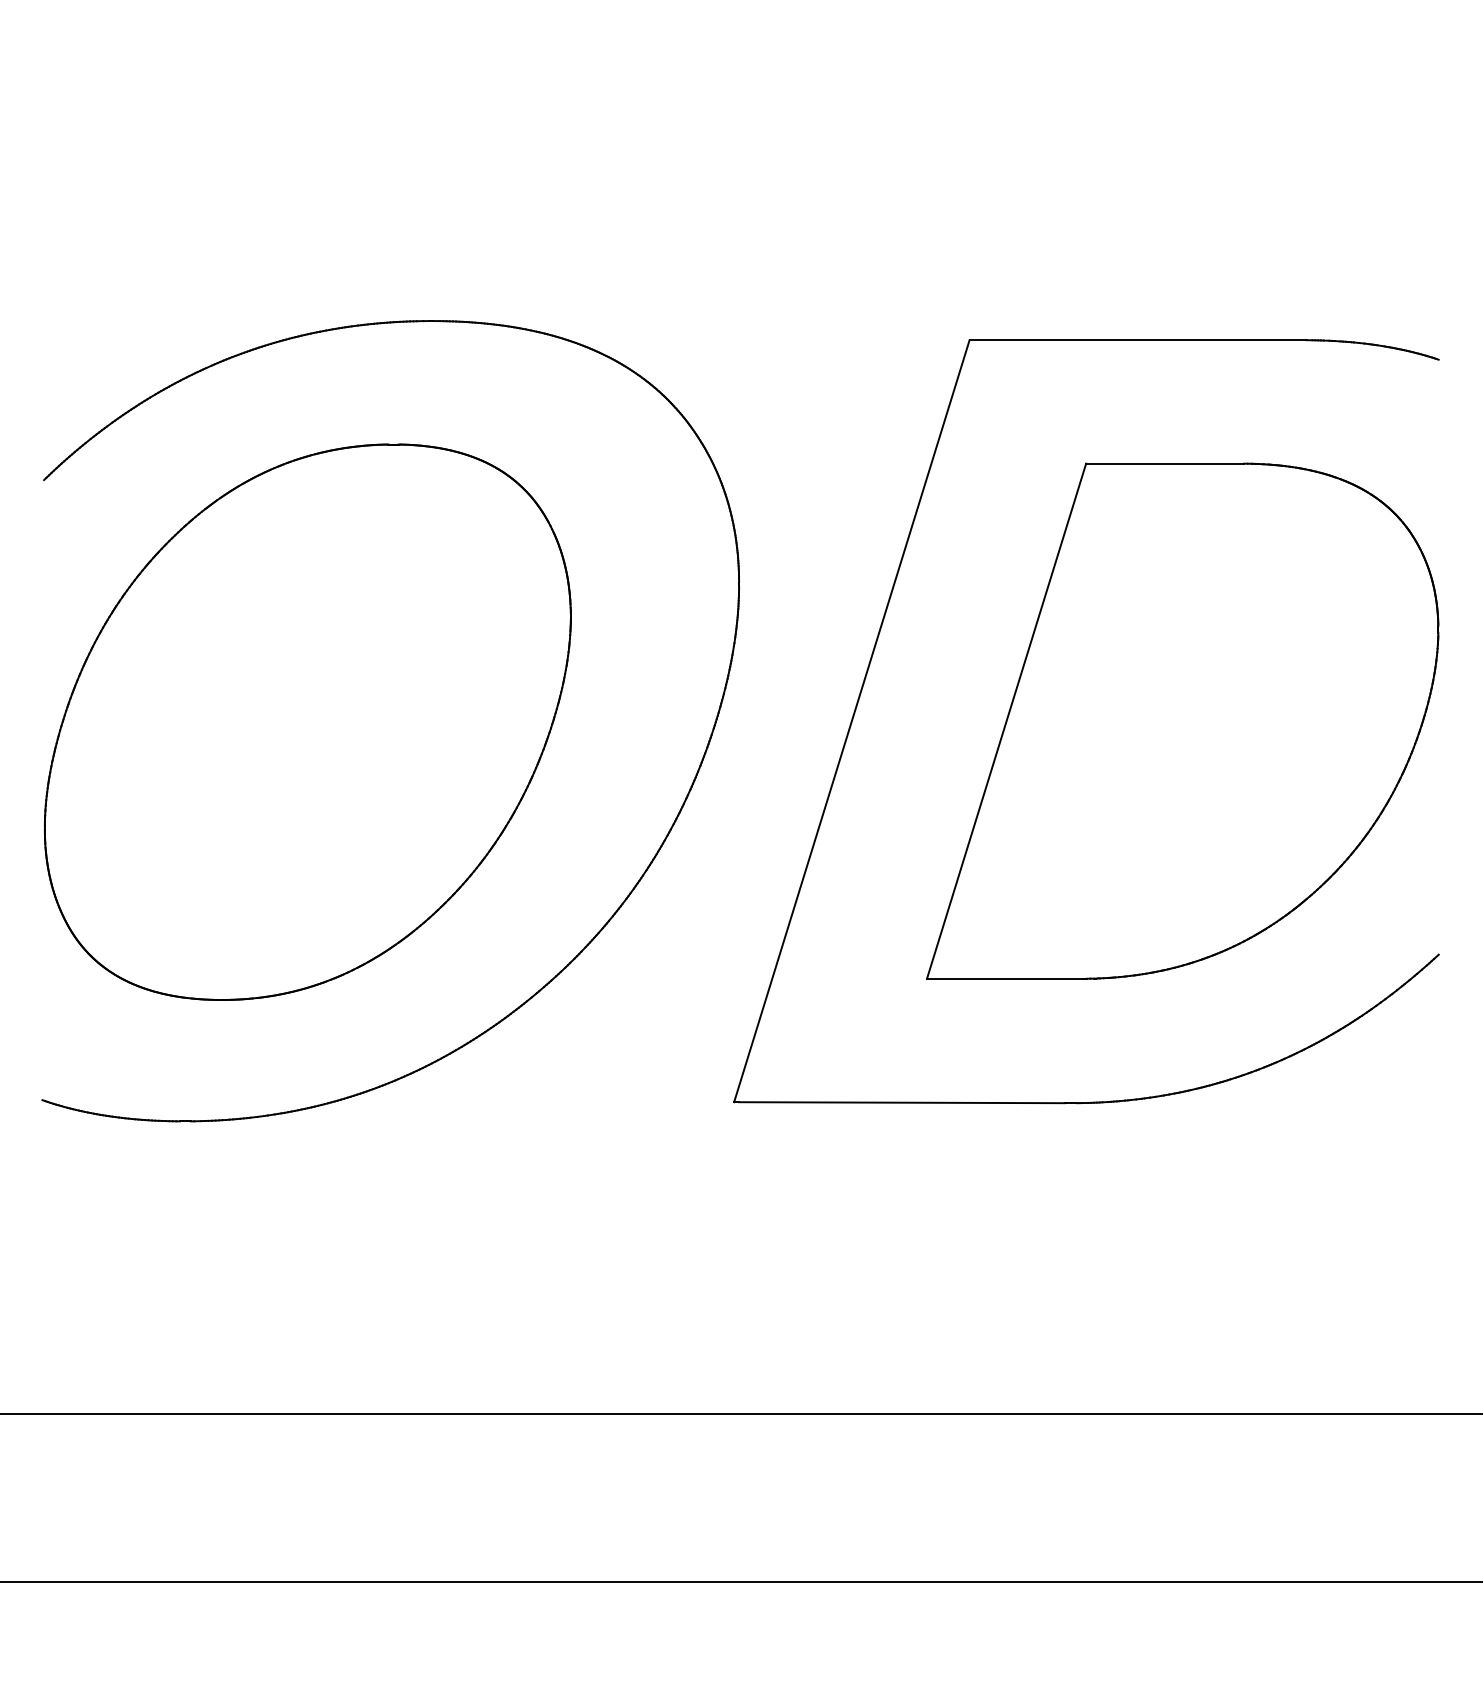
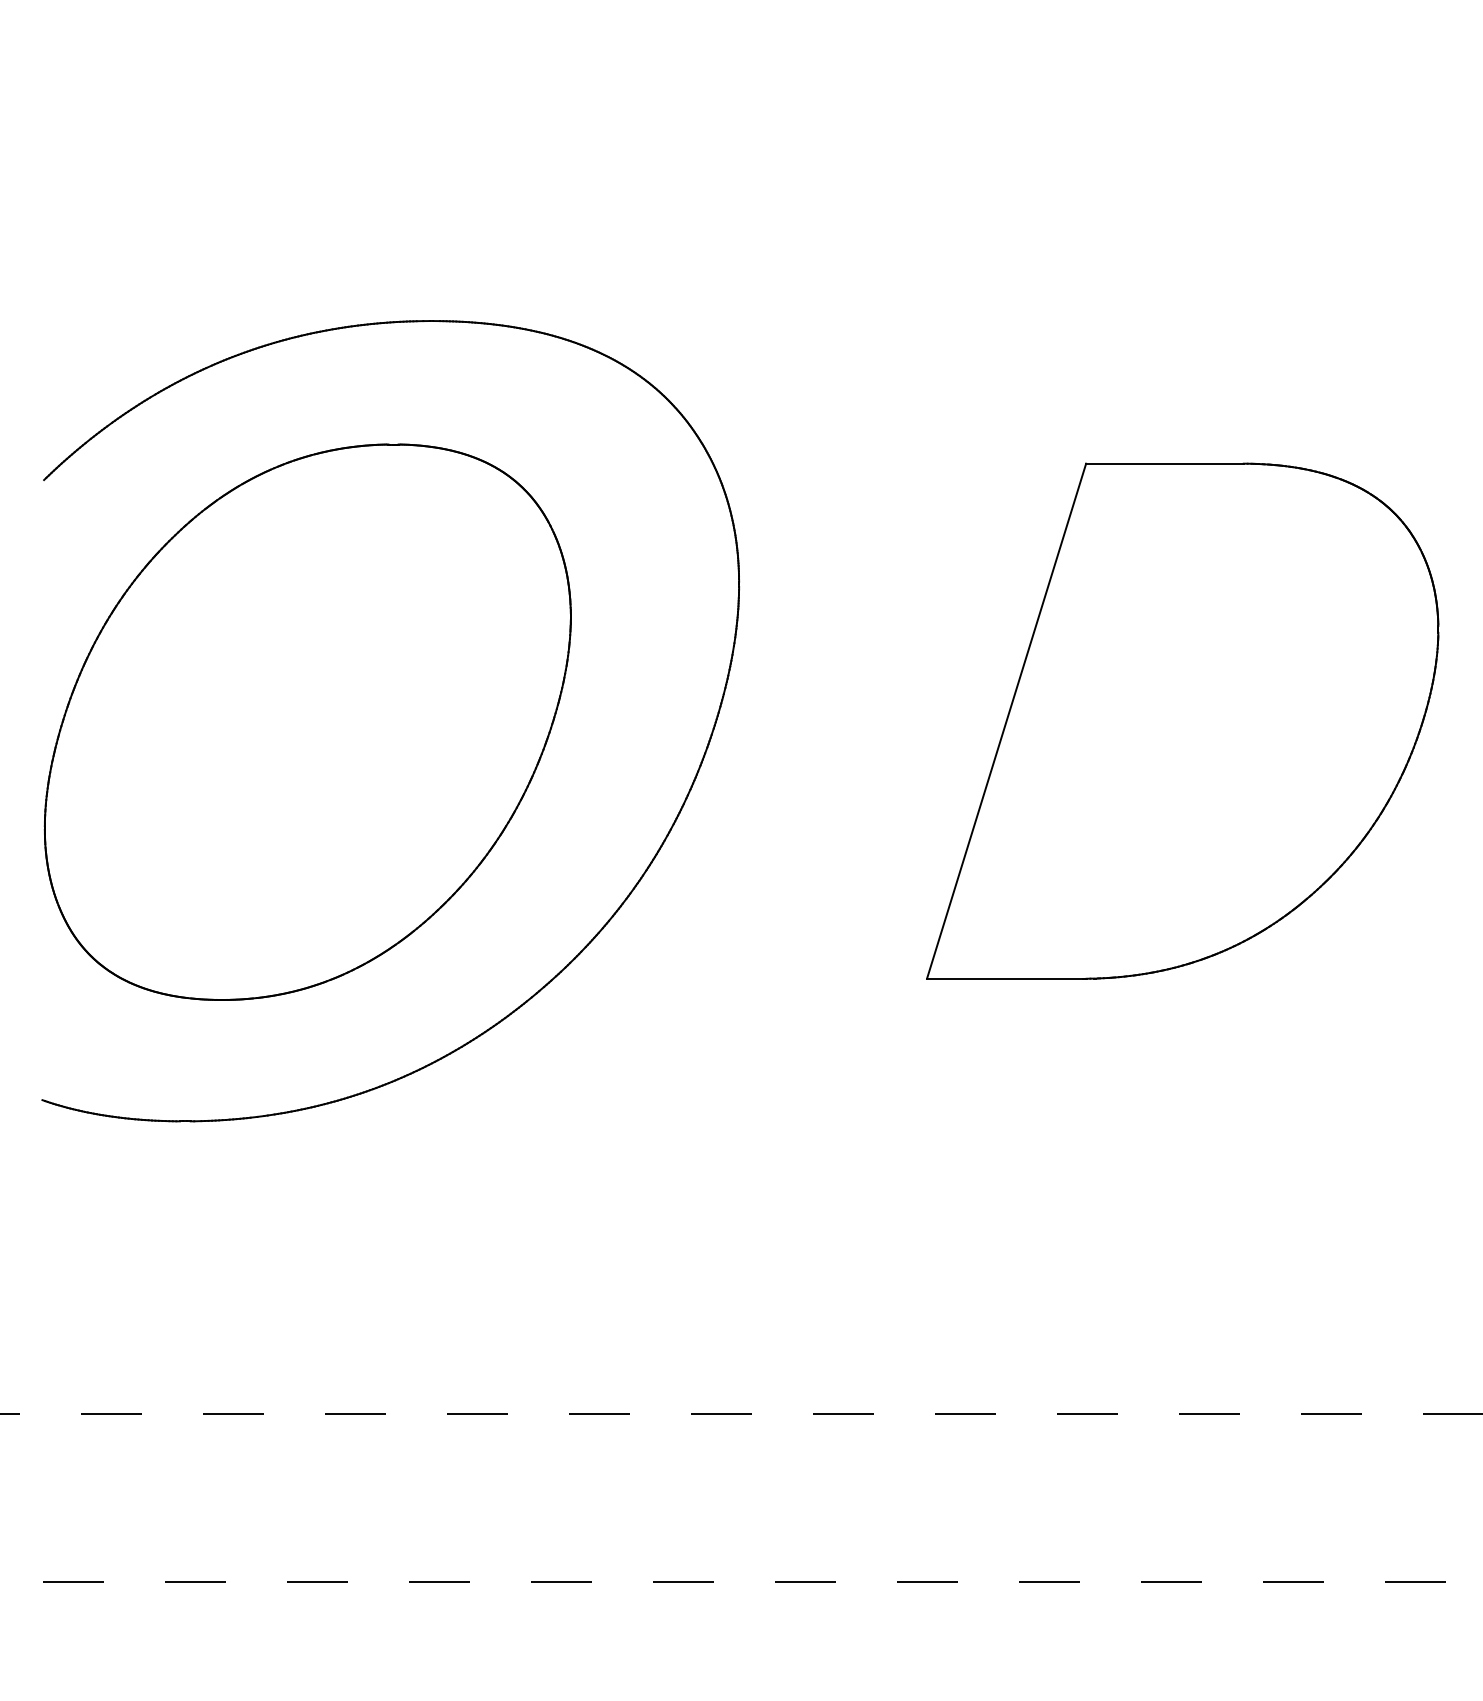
part at (873, 655): present -> none
line at (741, 1413): solid -> dashed
line at (741, 1582): solid -> dashed
